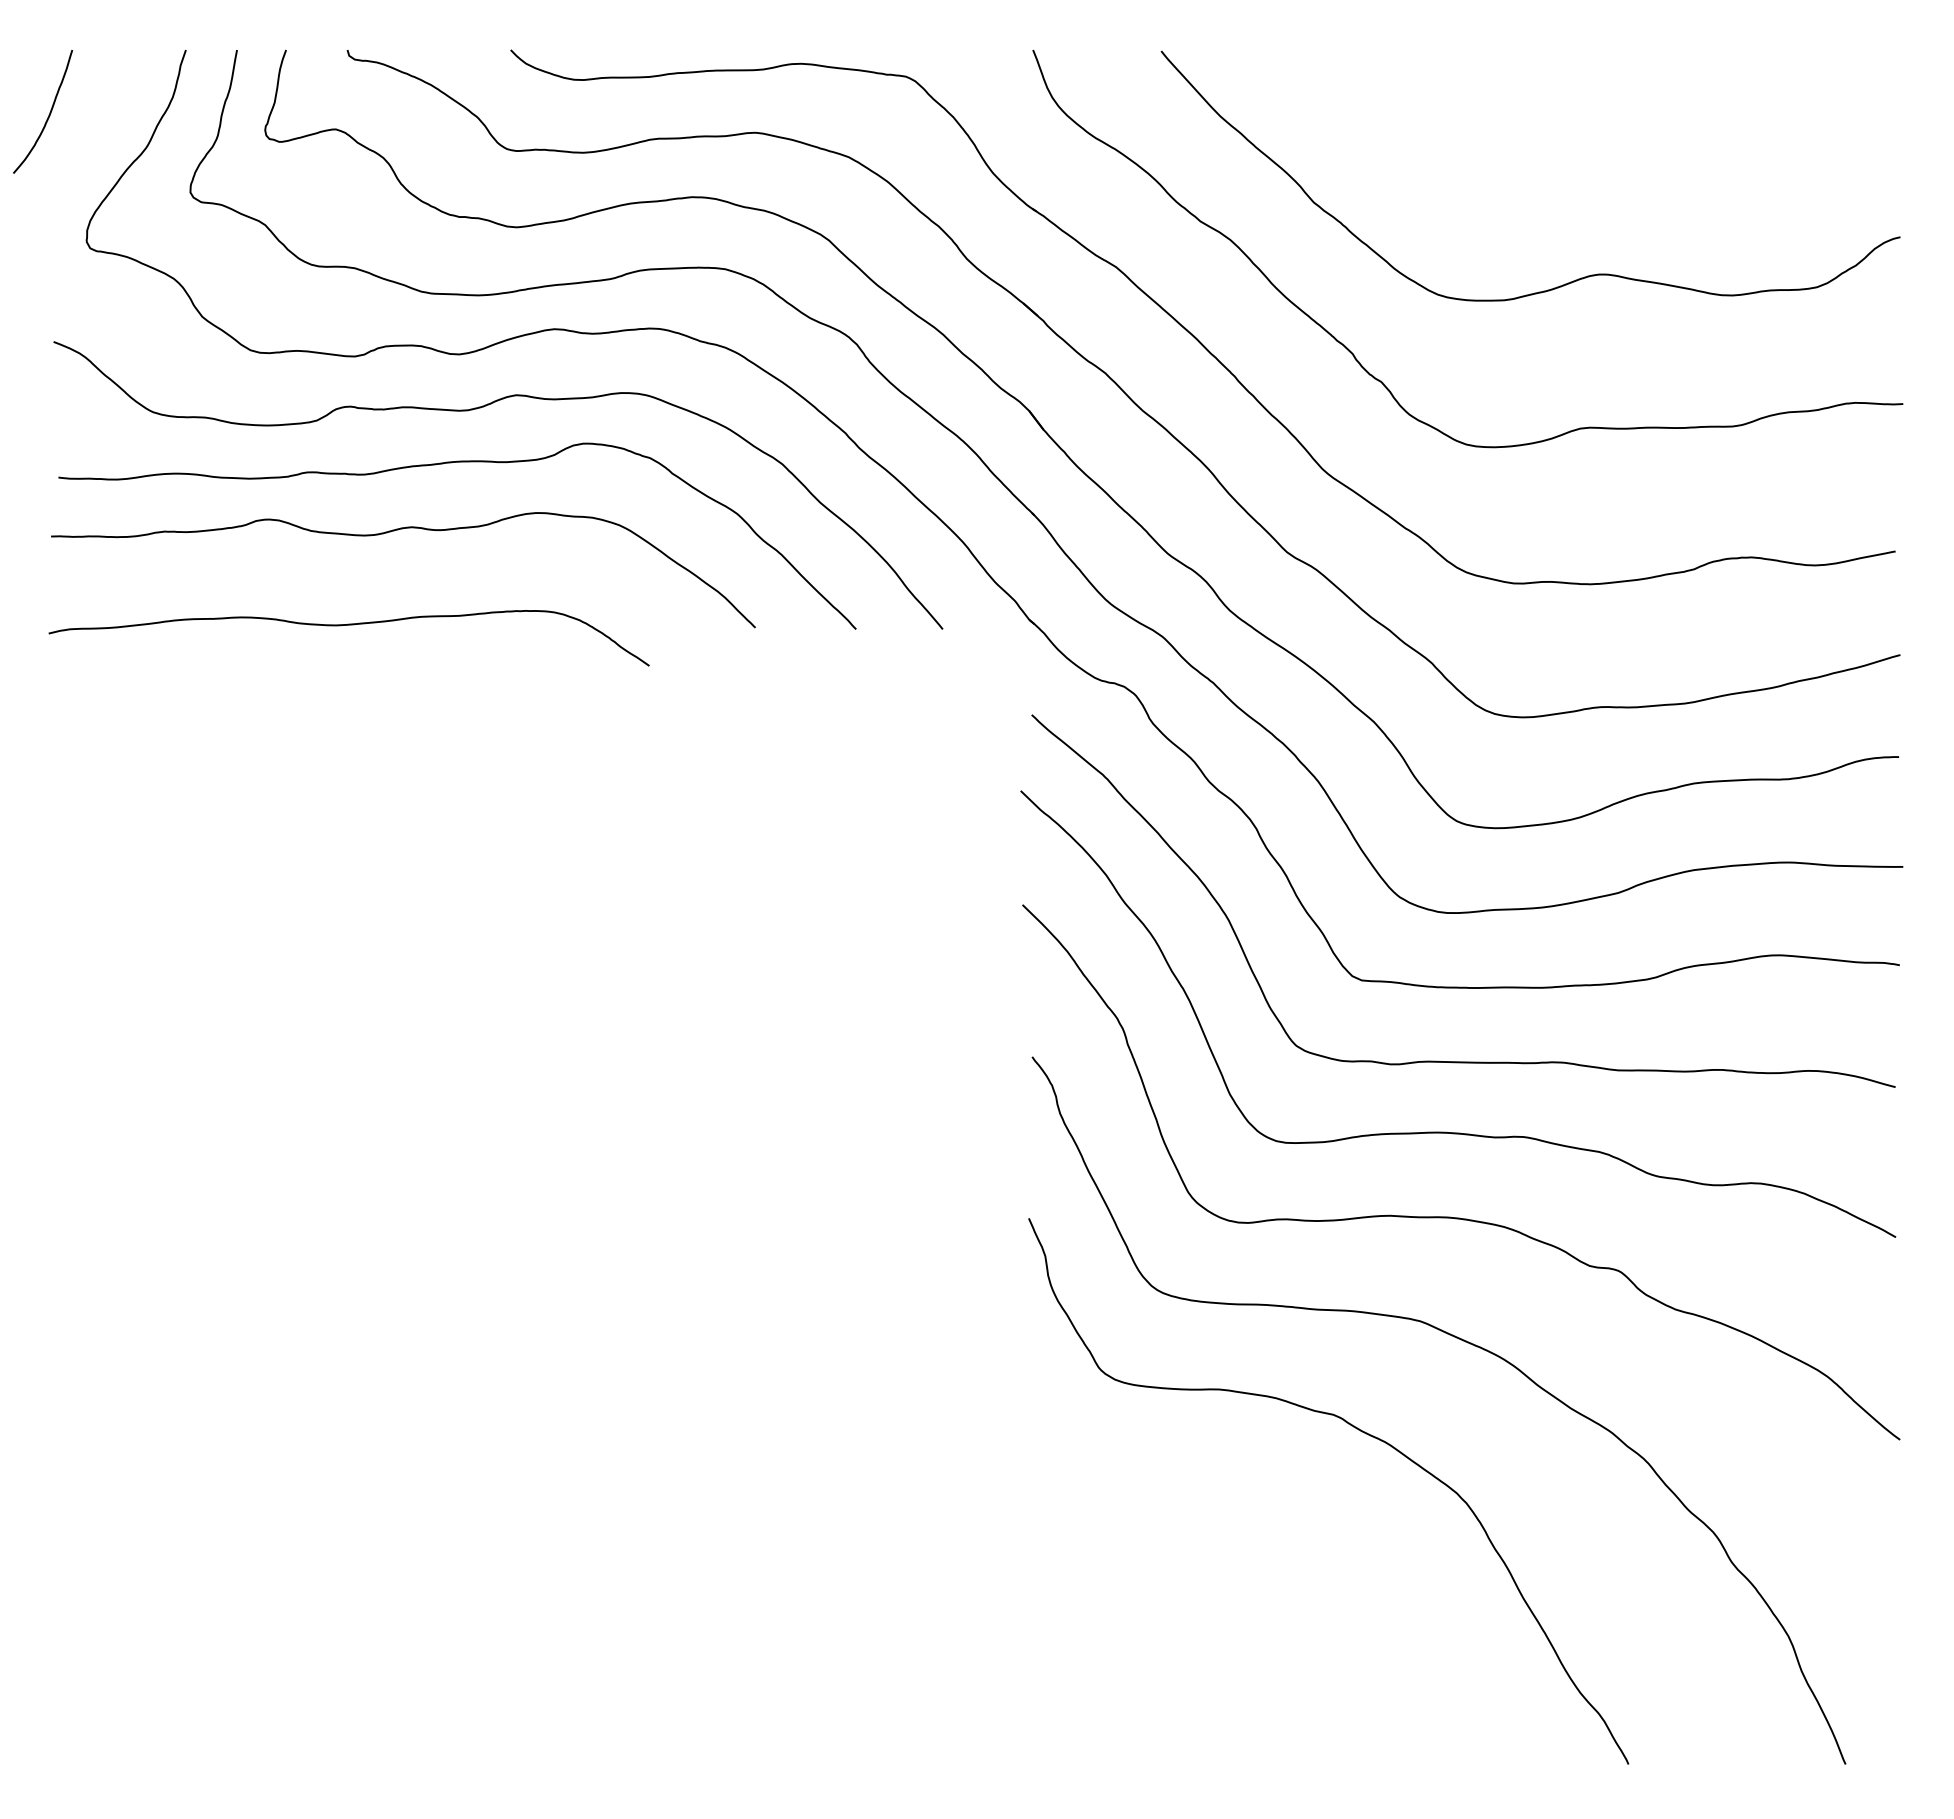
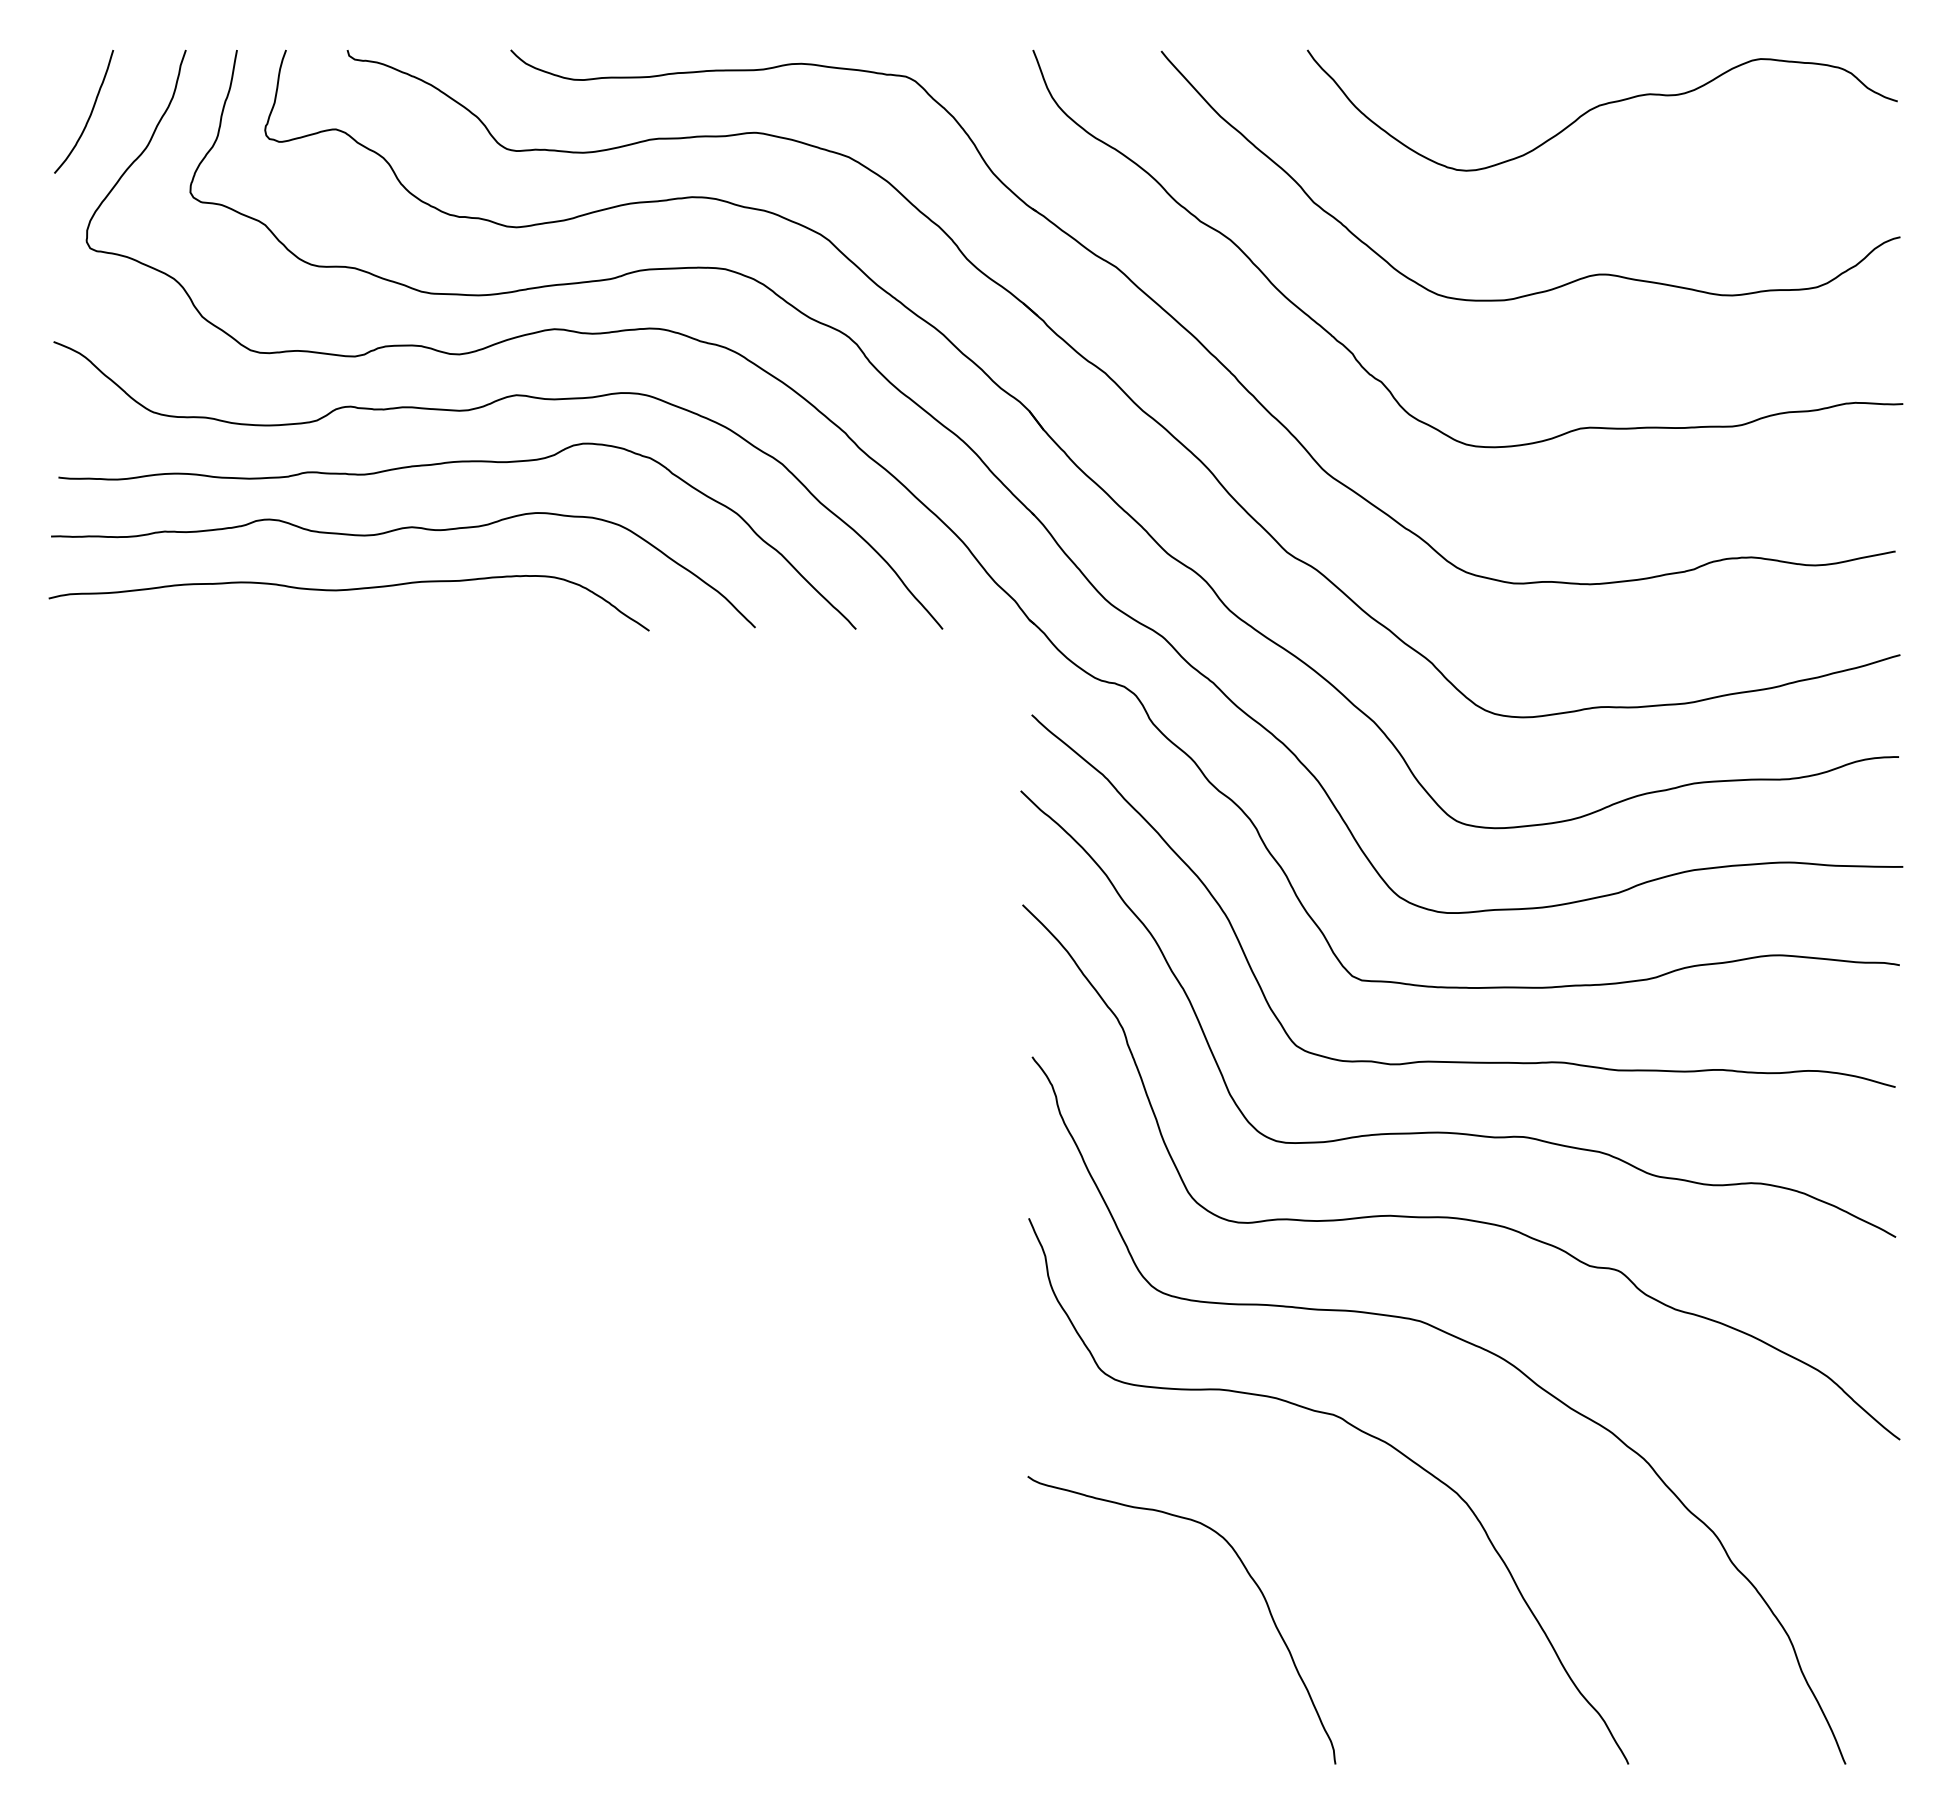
curve at (1600, 106): none -> present
curve at (49, 112) position: (49, 112) -> (90, 112)
curve at (348, 625) position: (348, 625) -> (348, 590)
curve at (1249, 1576): none -> present
